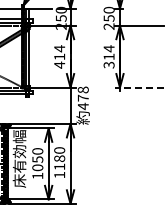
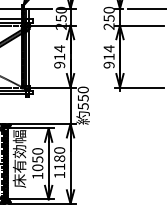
line at (145, 8): none -> present
text at (59, 64): 414 -> 914
text at (109, 64): 314 -> 914
line at (139, 87): dashed -> solid
text at (83, 98): 478 -> 550
